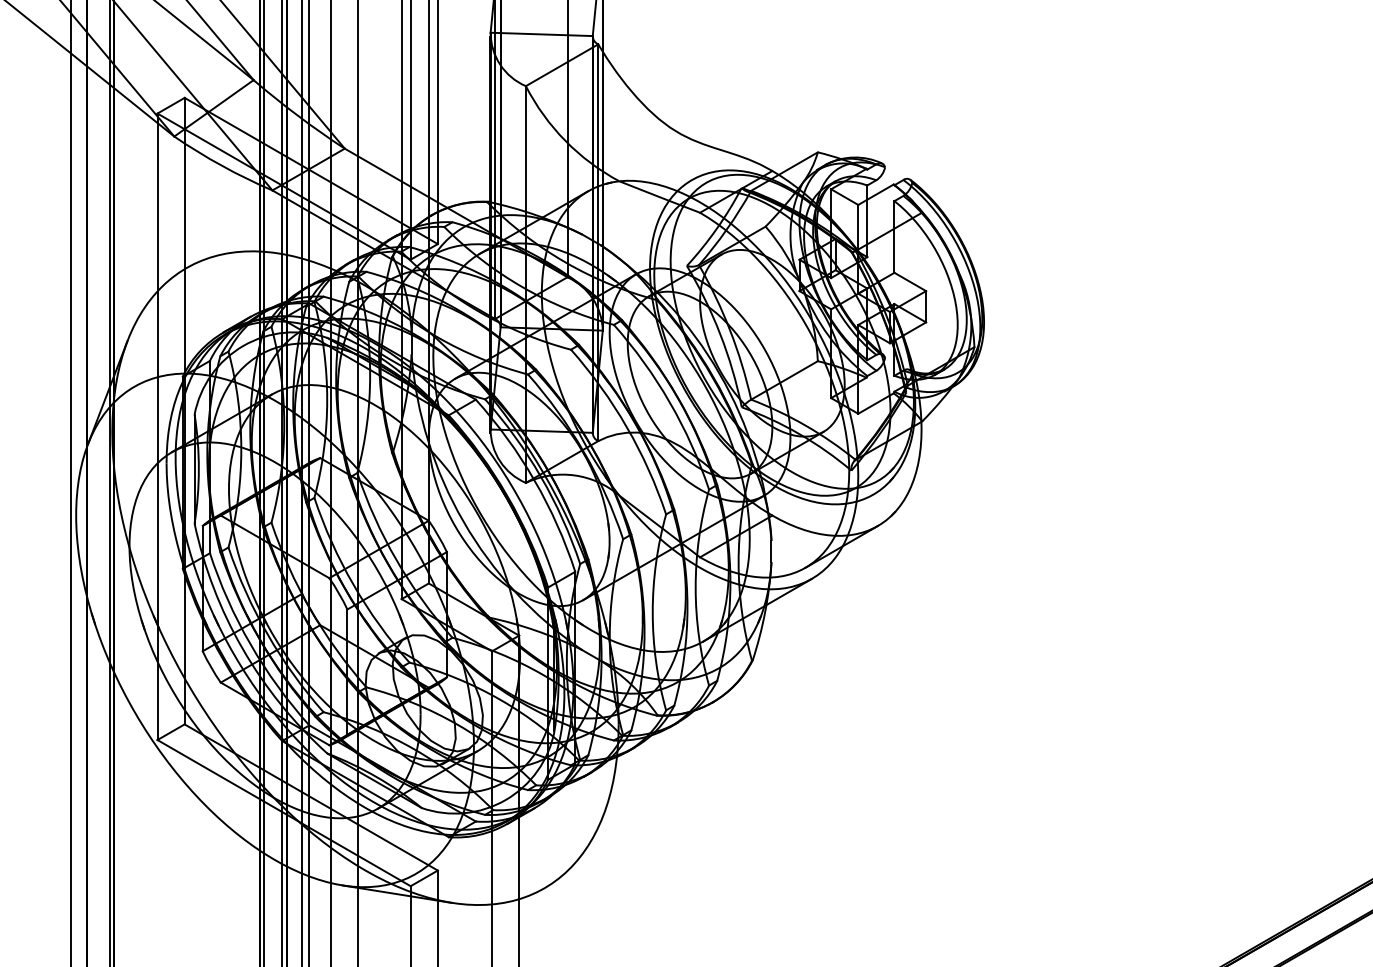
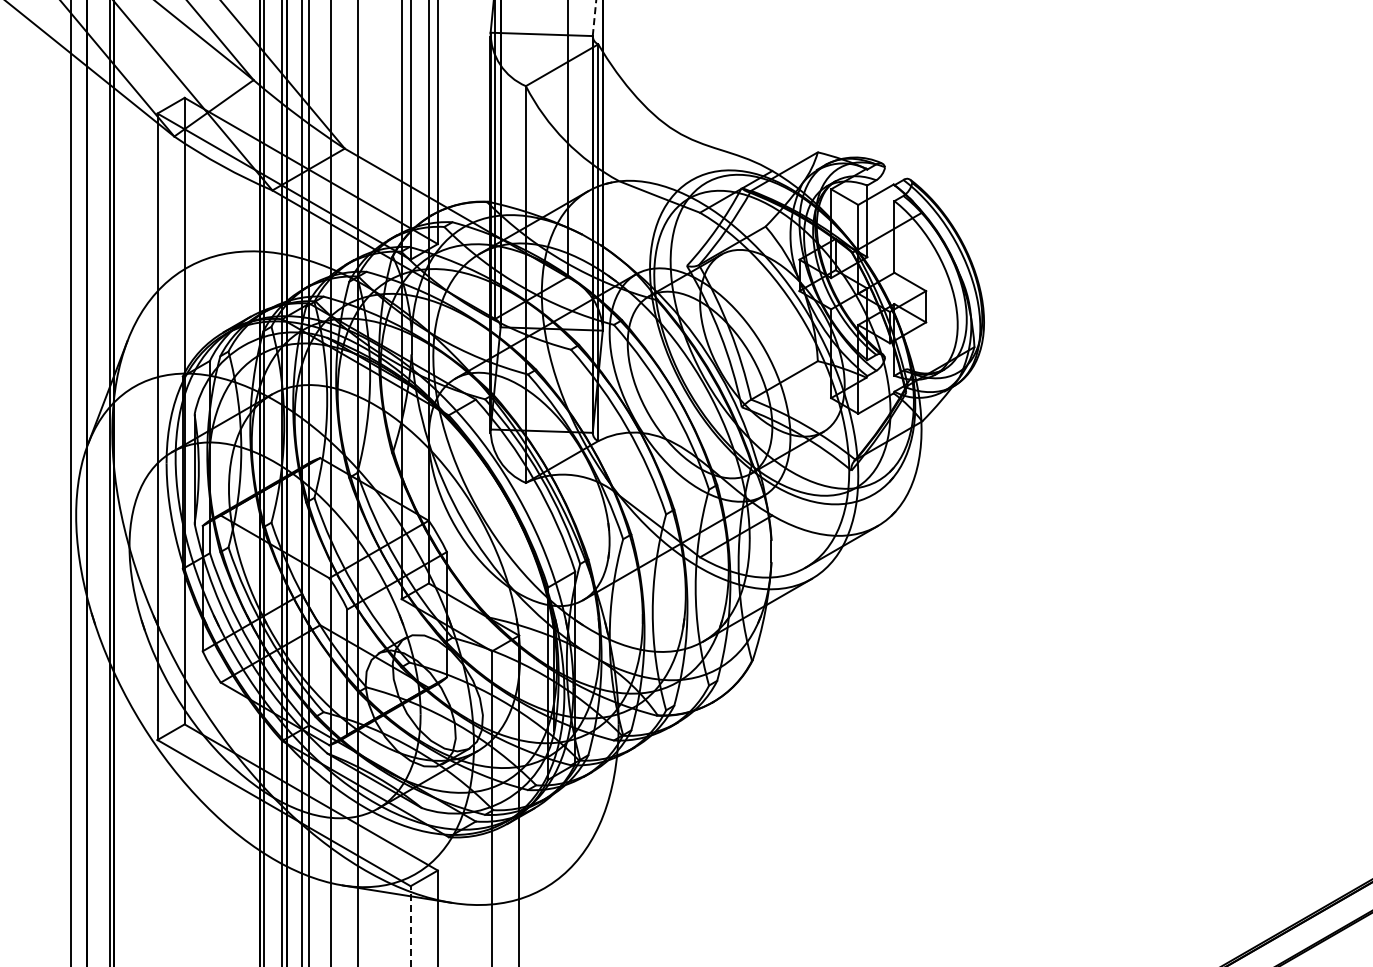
line at (594, 18): solid -> dashed
line at (410, 926): solid -> dashed
